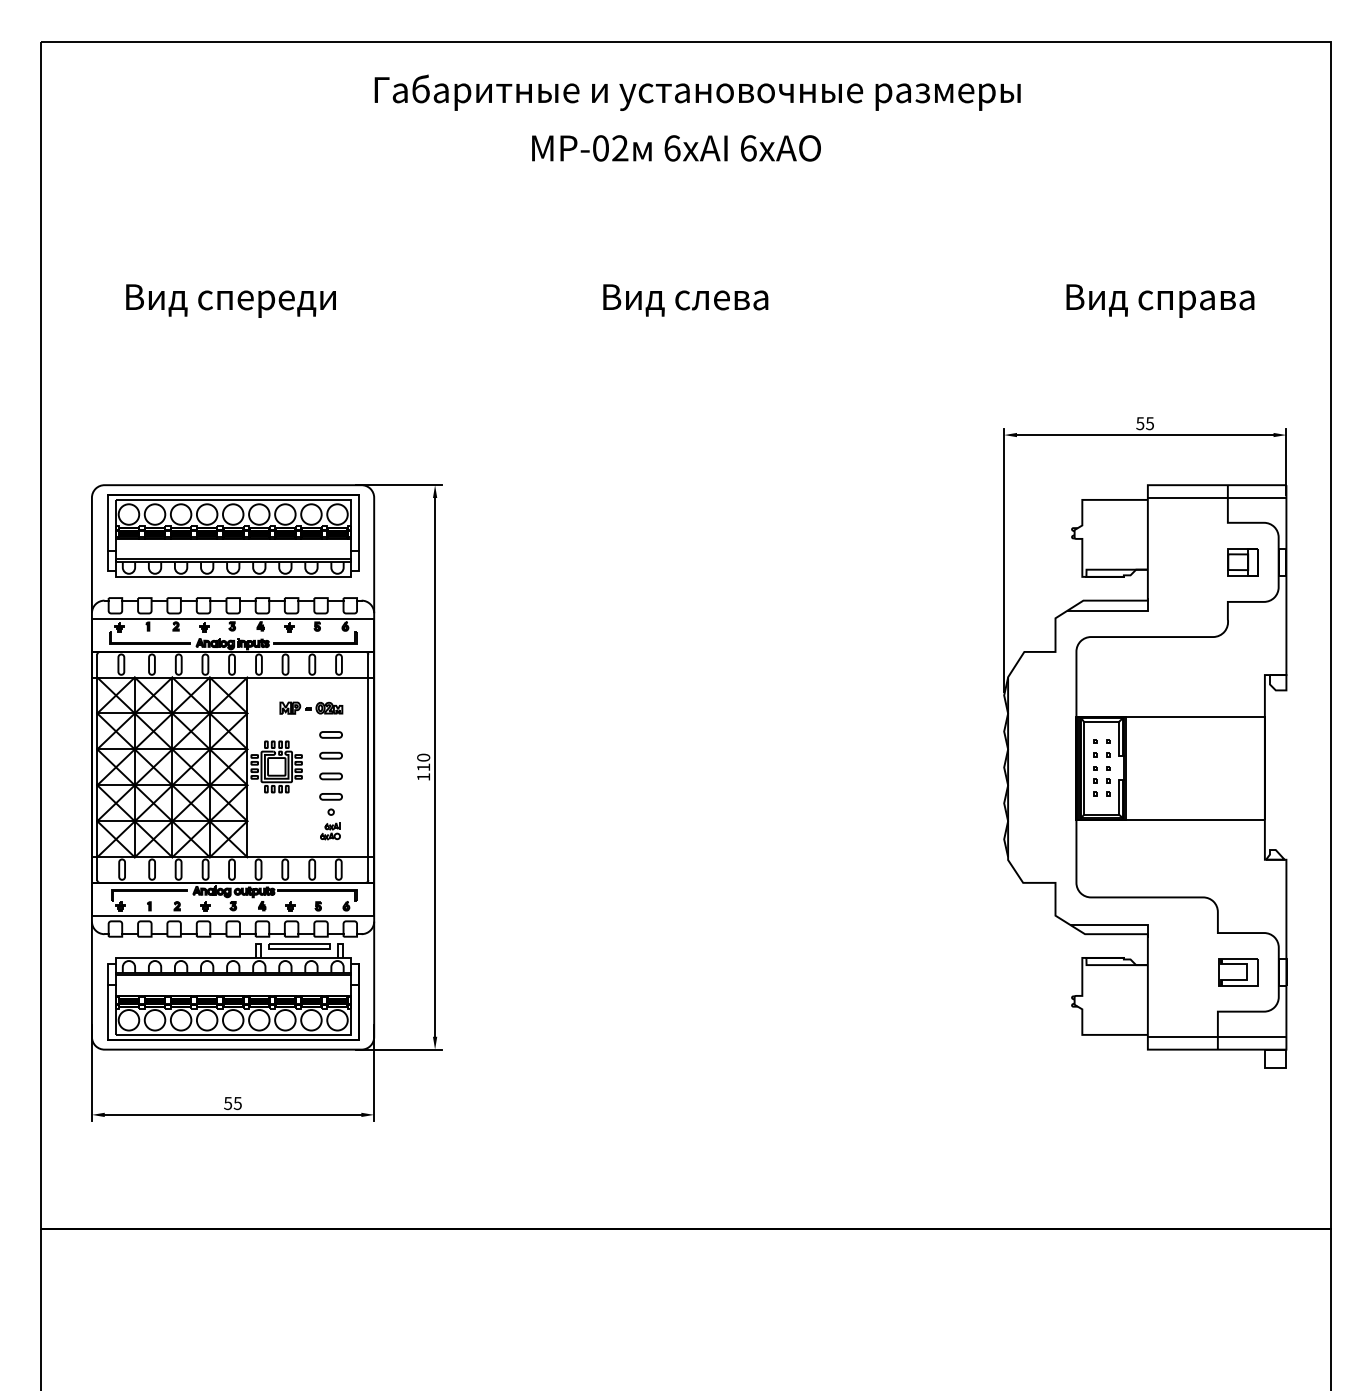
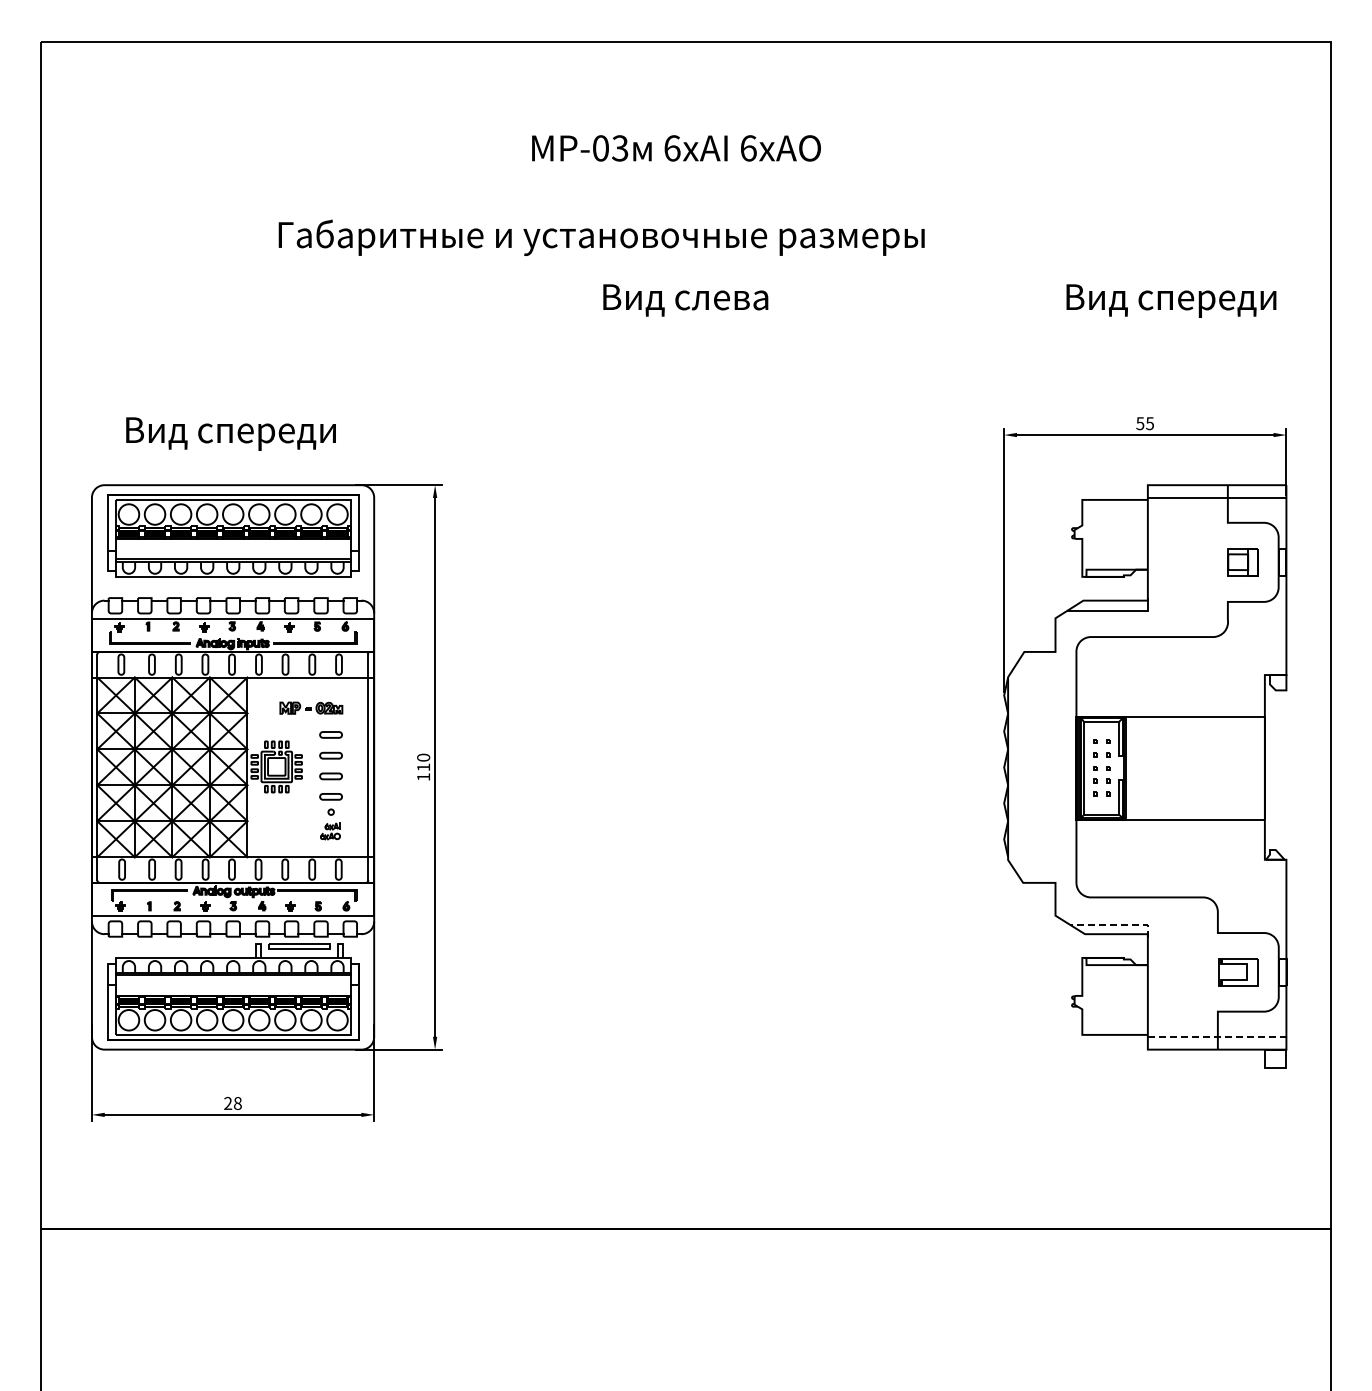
text at (697, 92) position: (697, 92) -> (601, 237)
text at (620, 148): -02 -> -03
text at (230, 300) position: (230, 300) -> (230, 433)
text at (1227, 303): Вид справа -> Вид спереди
line at (1115, 924): solid -> dashed
line at (1217, 1037): solid -> dashed
text at (232, 1103): 55 -> 28
